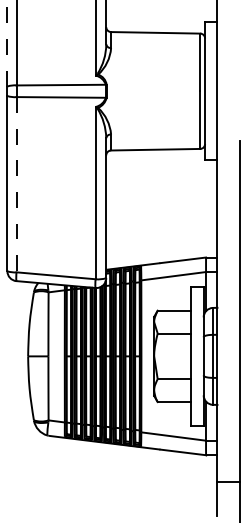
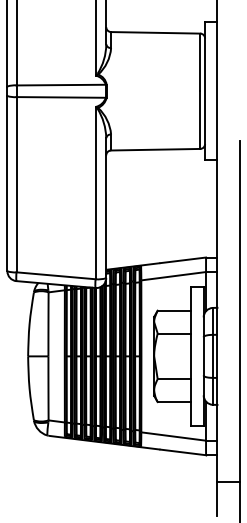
line at (7, 43): dashed -> solid
line at (16, 184): dashed -> solid
